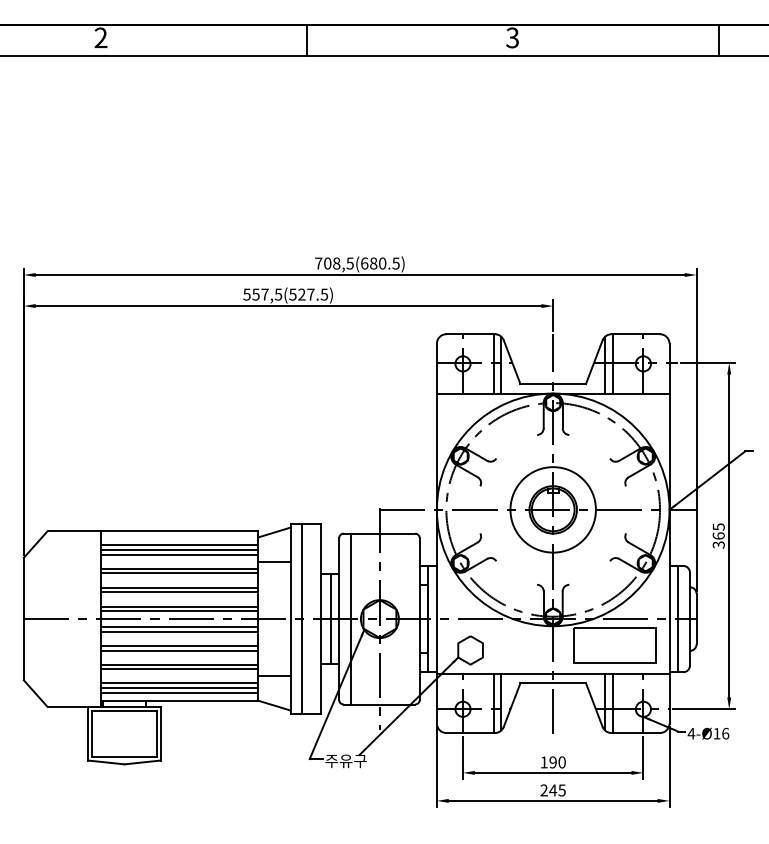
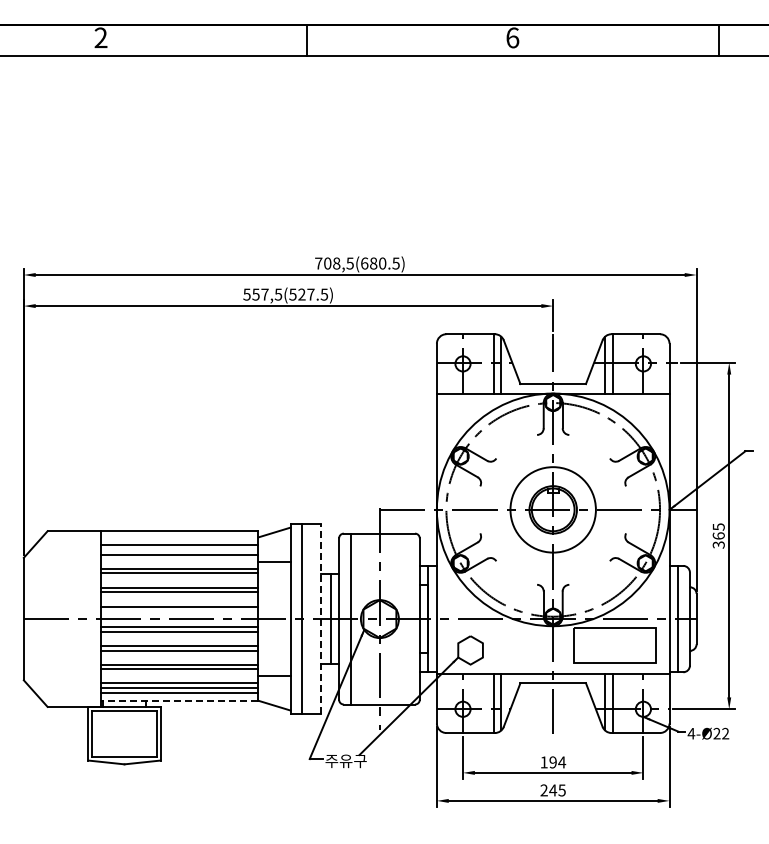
text at (512, 37): 3 -> 6
line at (179, 550): present -> none
line at (179, 611): present -> none
line at (321, 619): solid -> dashed
line at (179, 700): solid -> dashed
text at (721, 733): 4-Ø16 -> 4-Ø22
text at (562, 762): 190 -> 194
